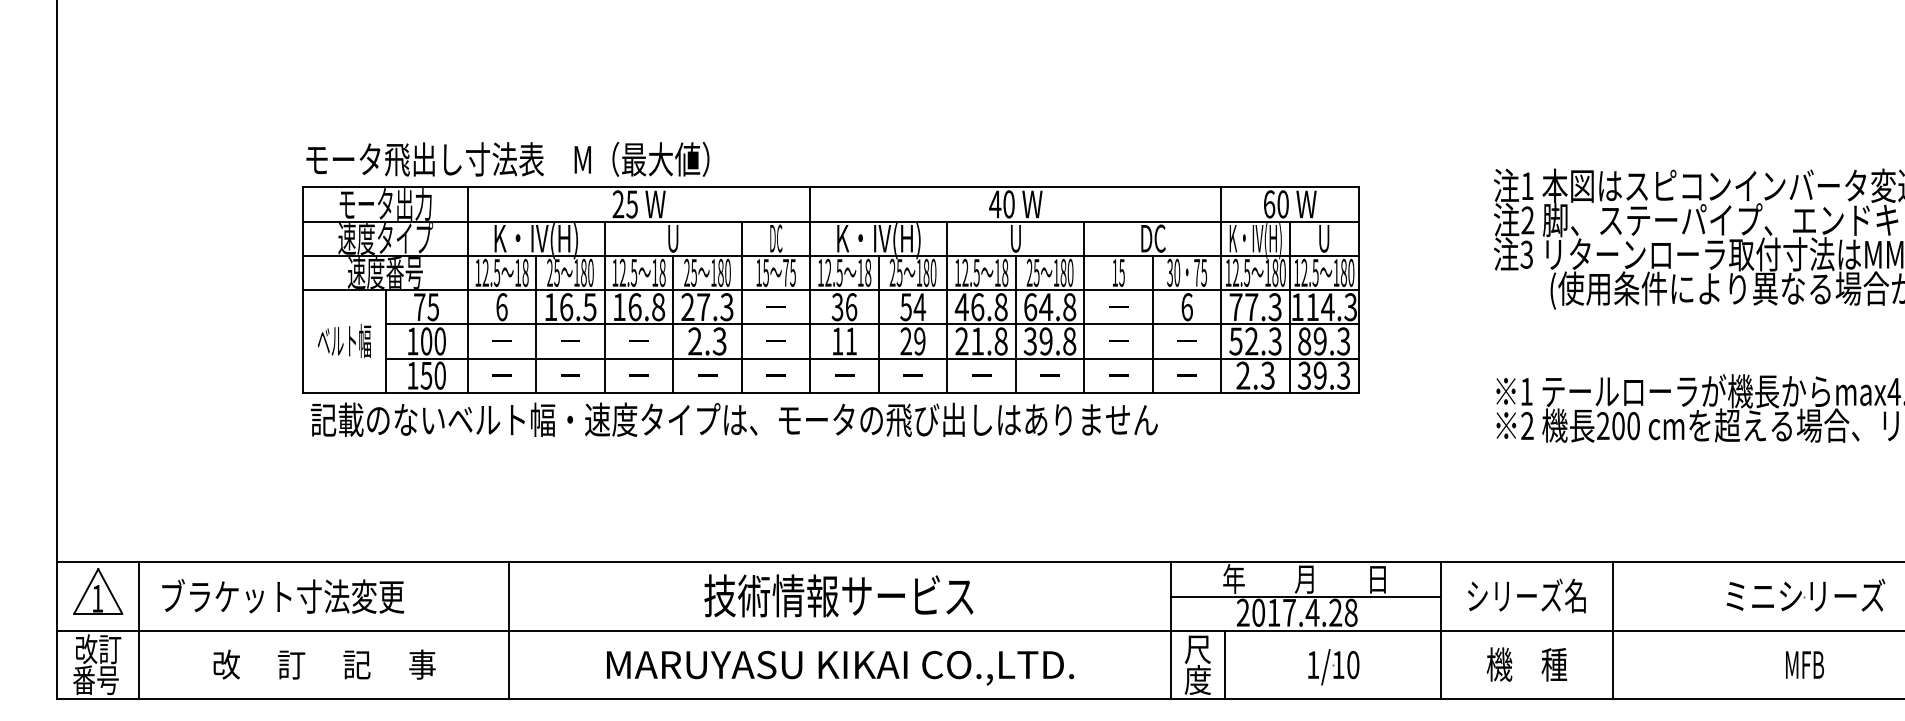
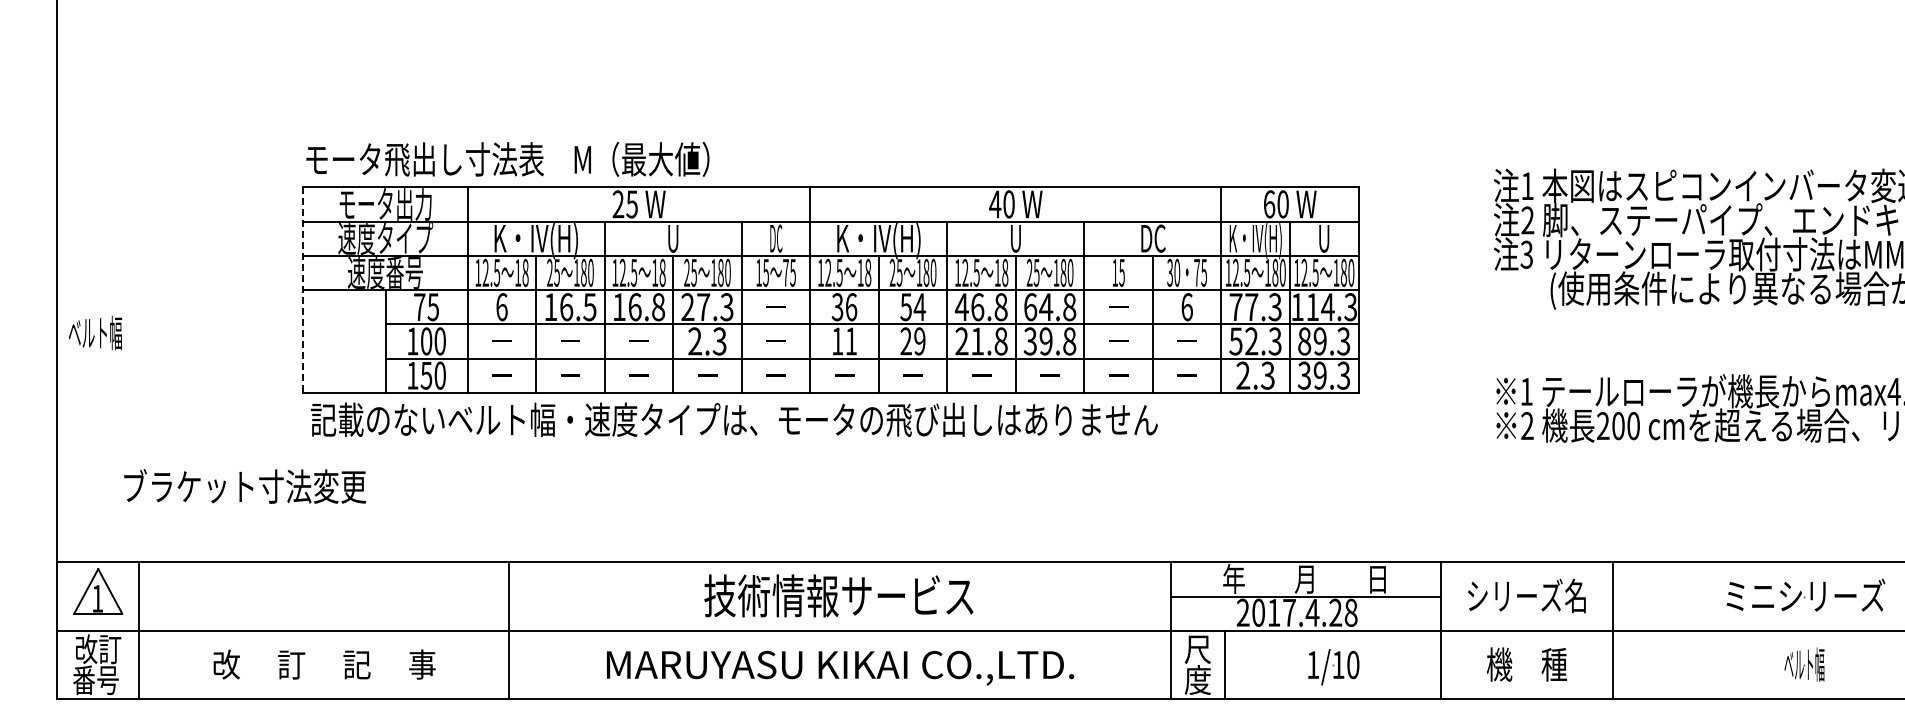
line at (303, 290): solid -> dashed
text at (344, 340) position: (344, 340) -> (95, 332)
text at (283, 596) position: (283, 596) -> (245, 486)
text at (1804, 664): MFB -> ベルト幅
